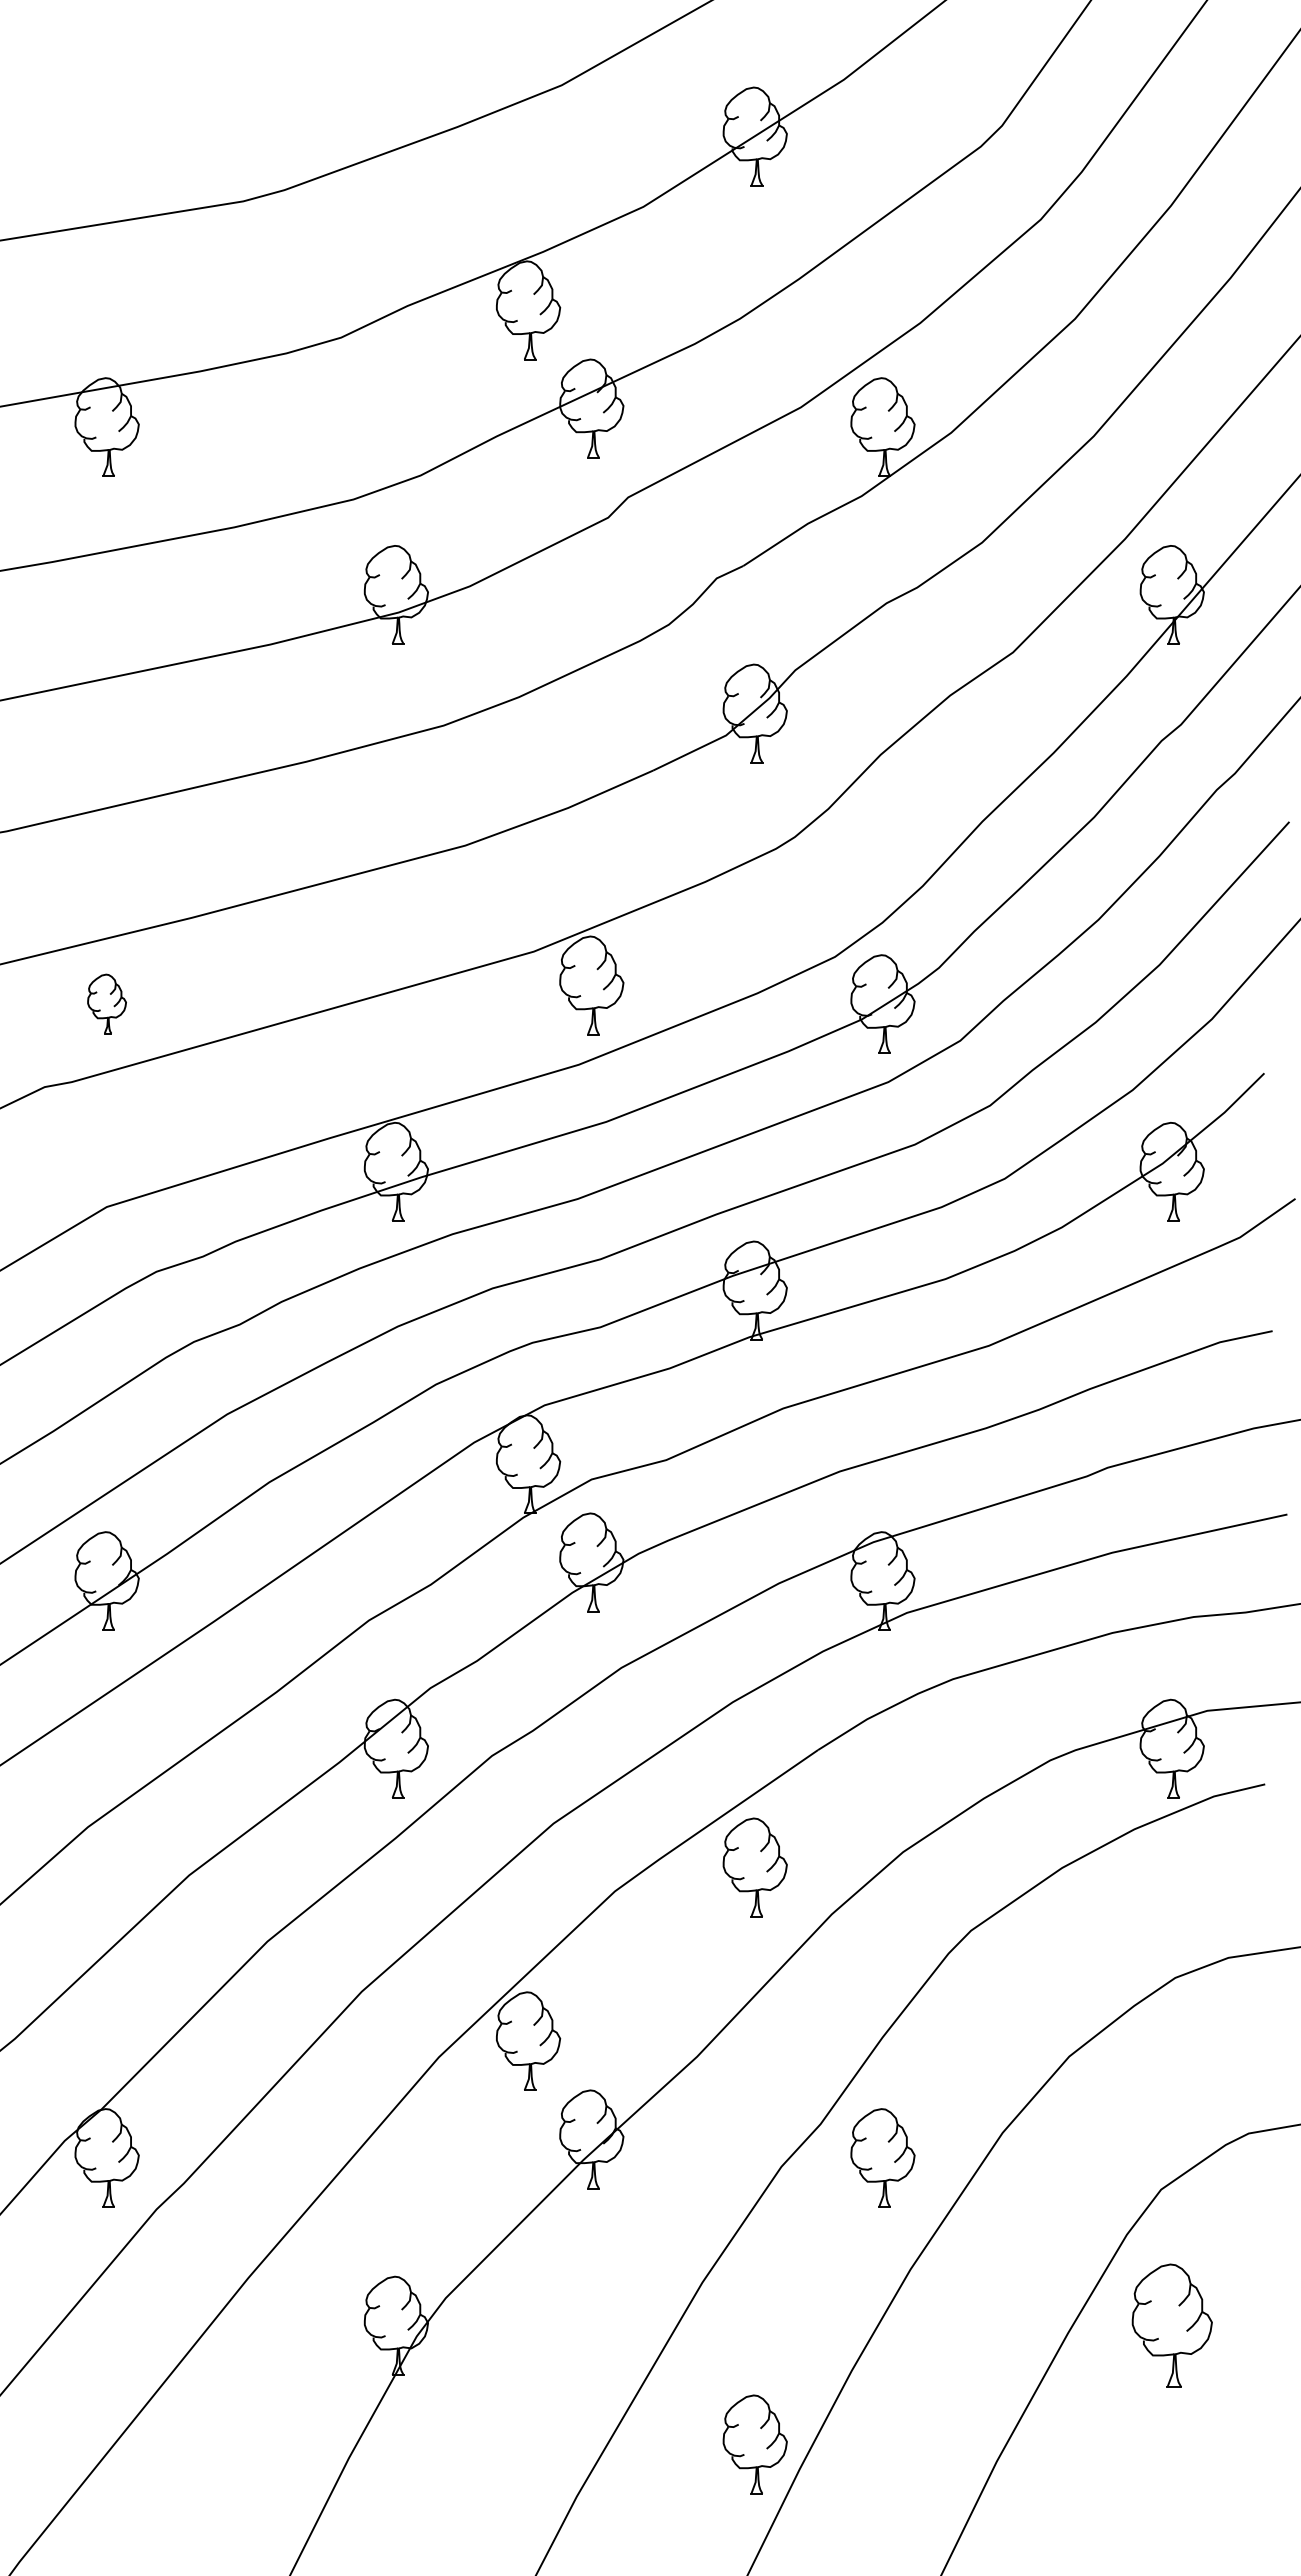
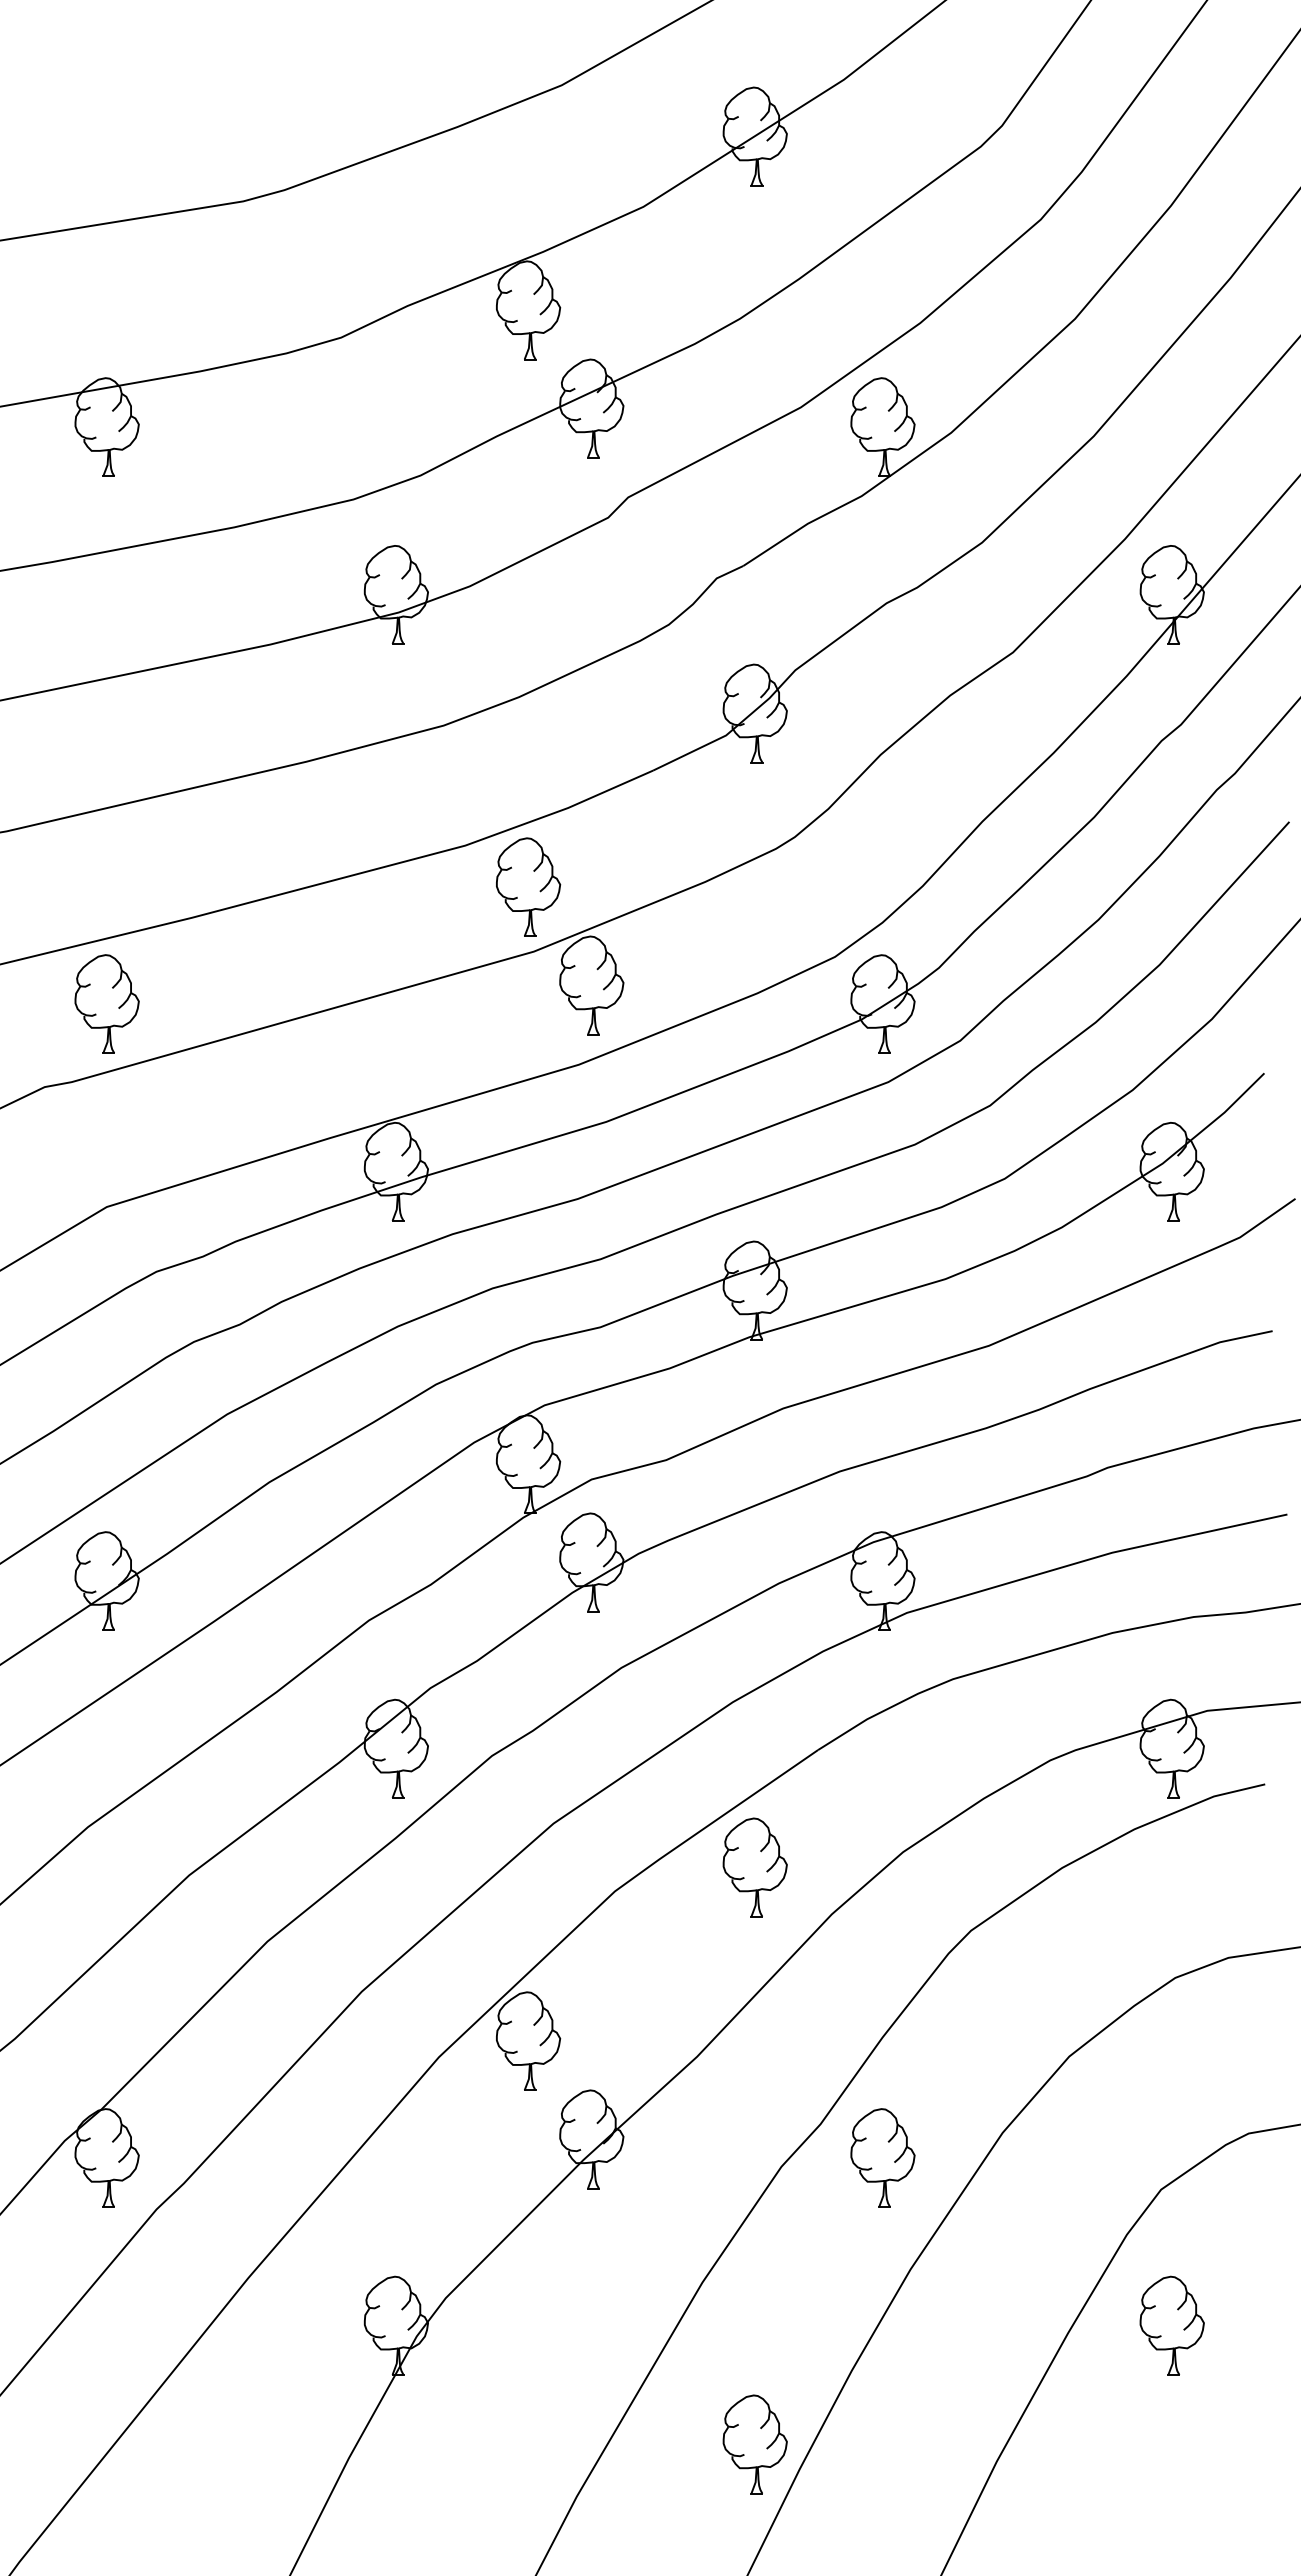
part at (528, 886): none -> present
part at (106, 1003) size: 40x62 px -> 66x100 px
part at (1171, 2325) size: 82x125 px -> 66x101 px
